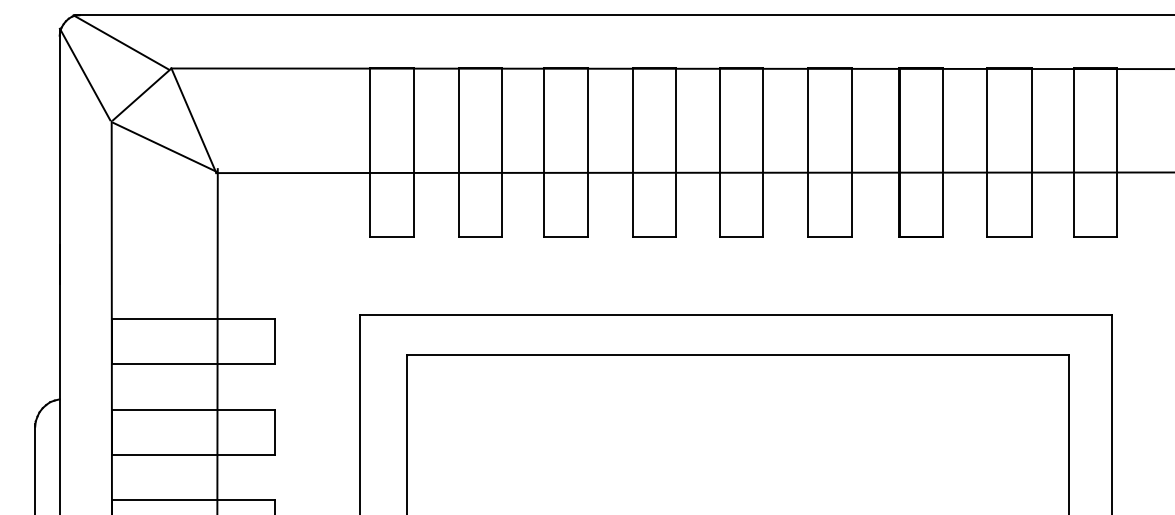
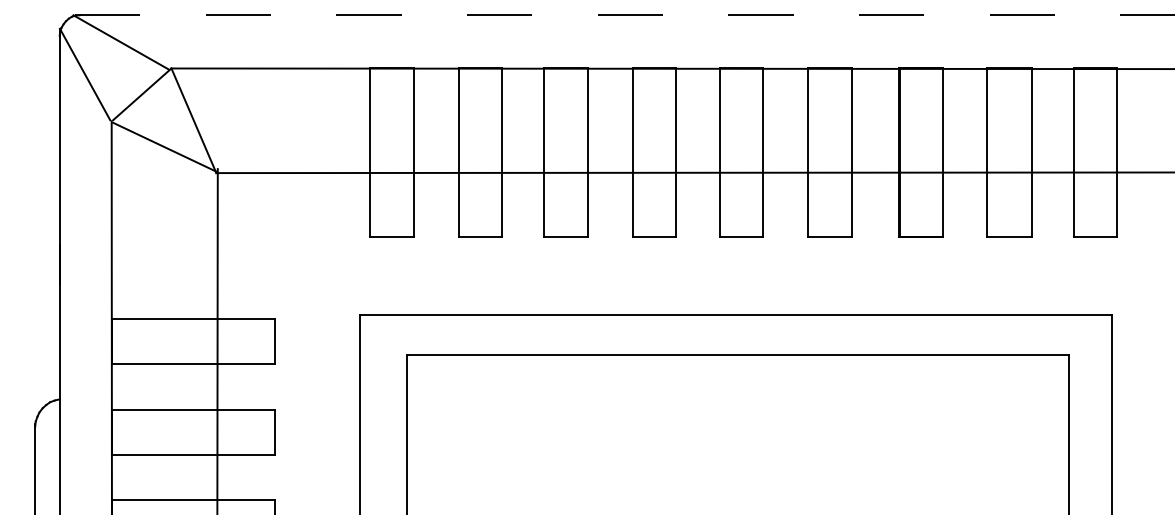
line at (624, 15): solid -> dashed
